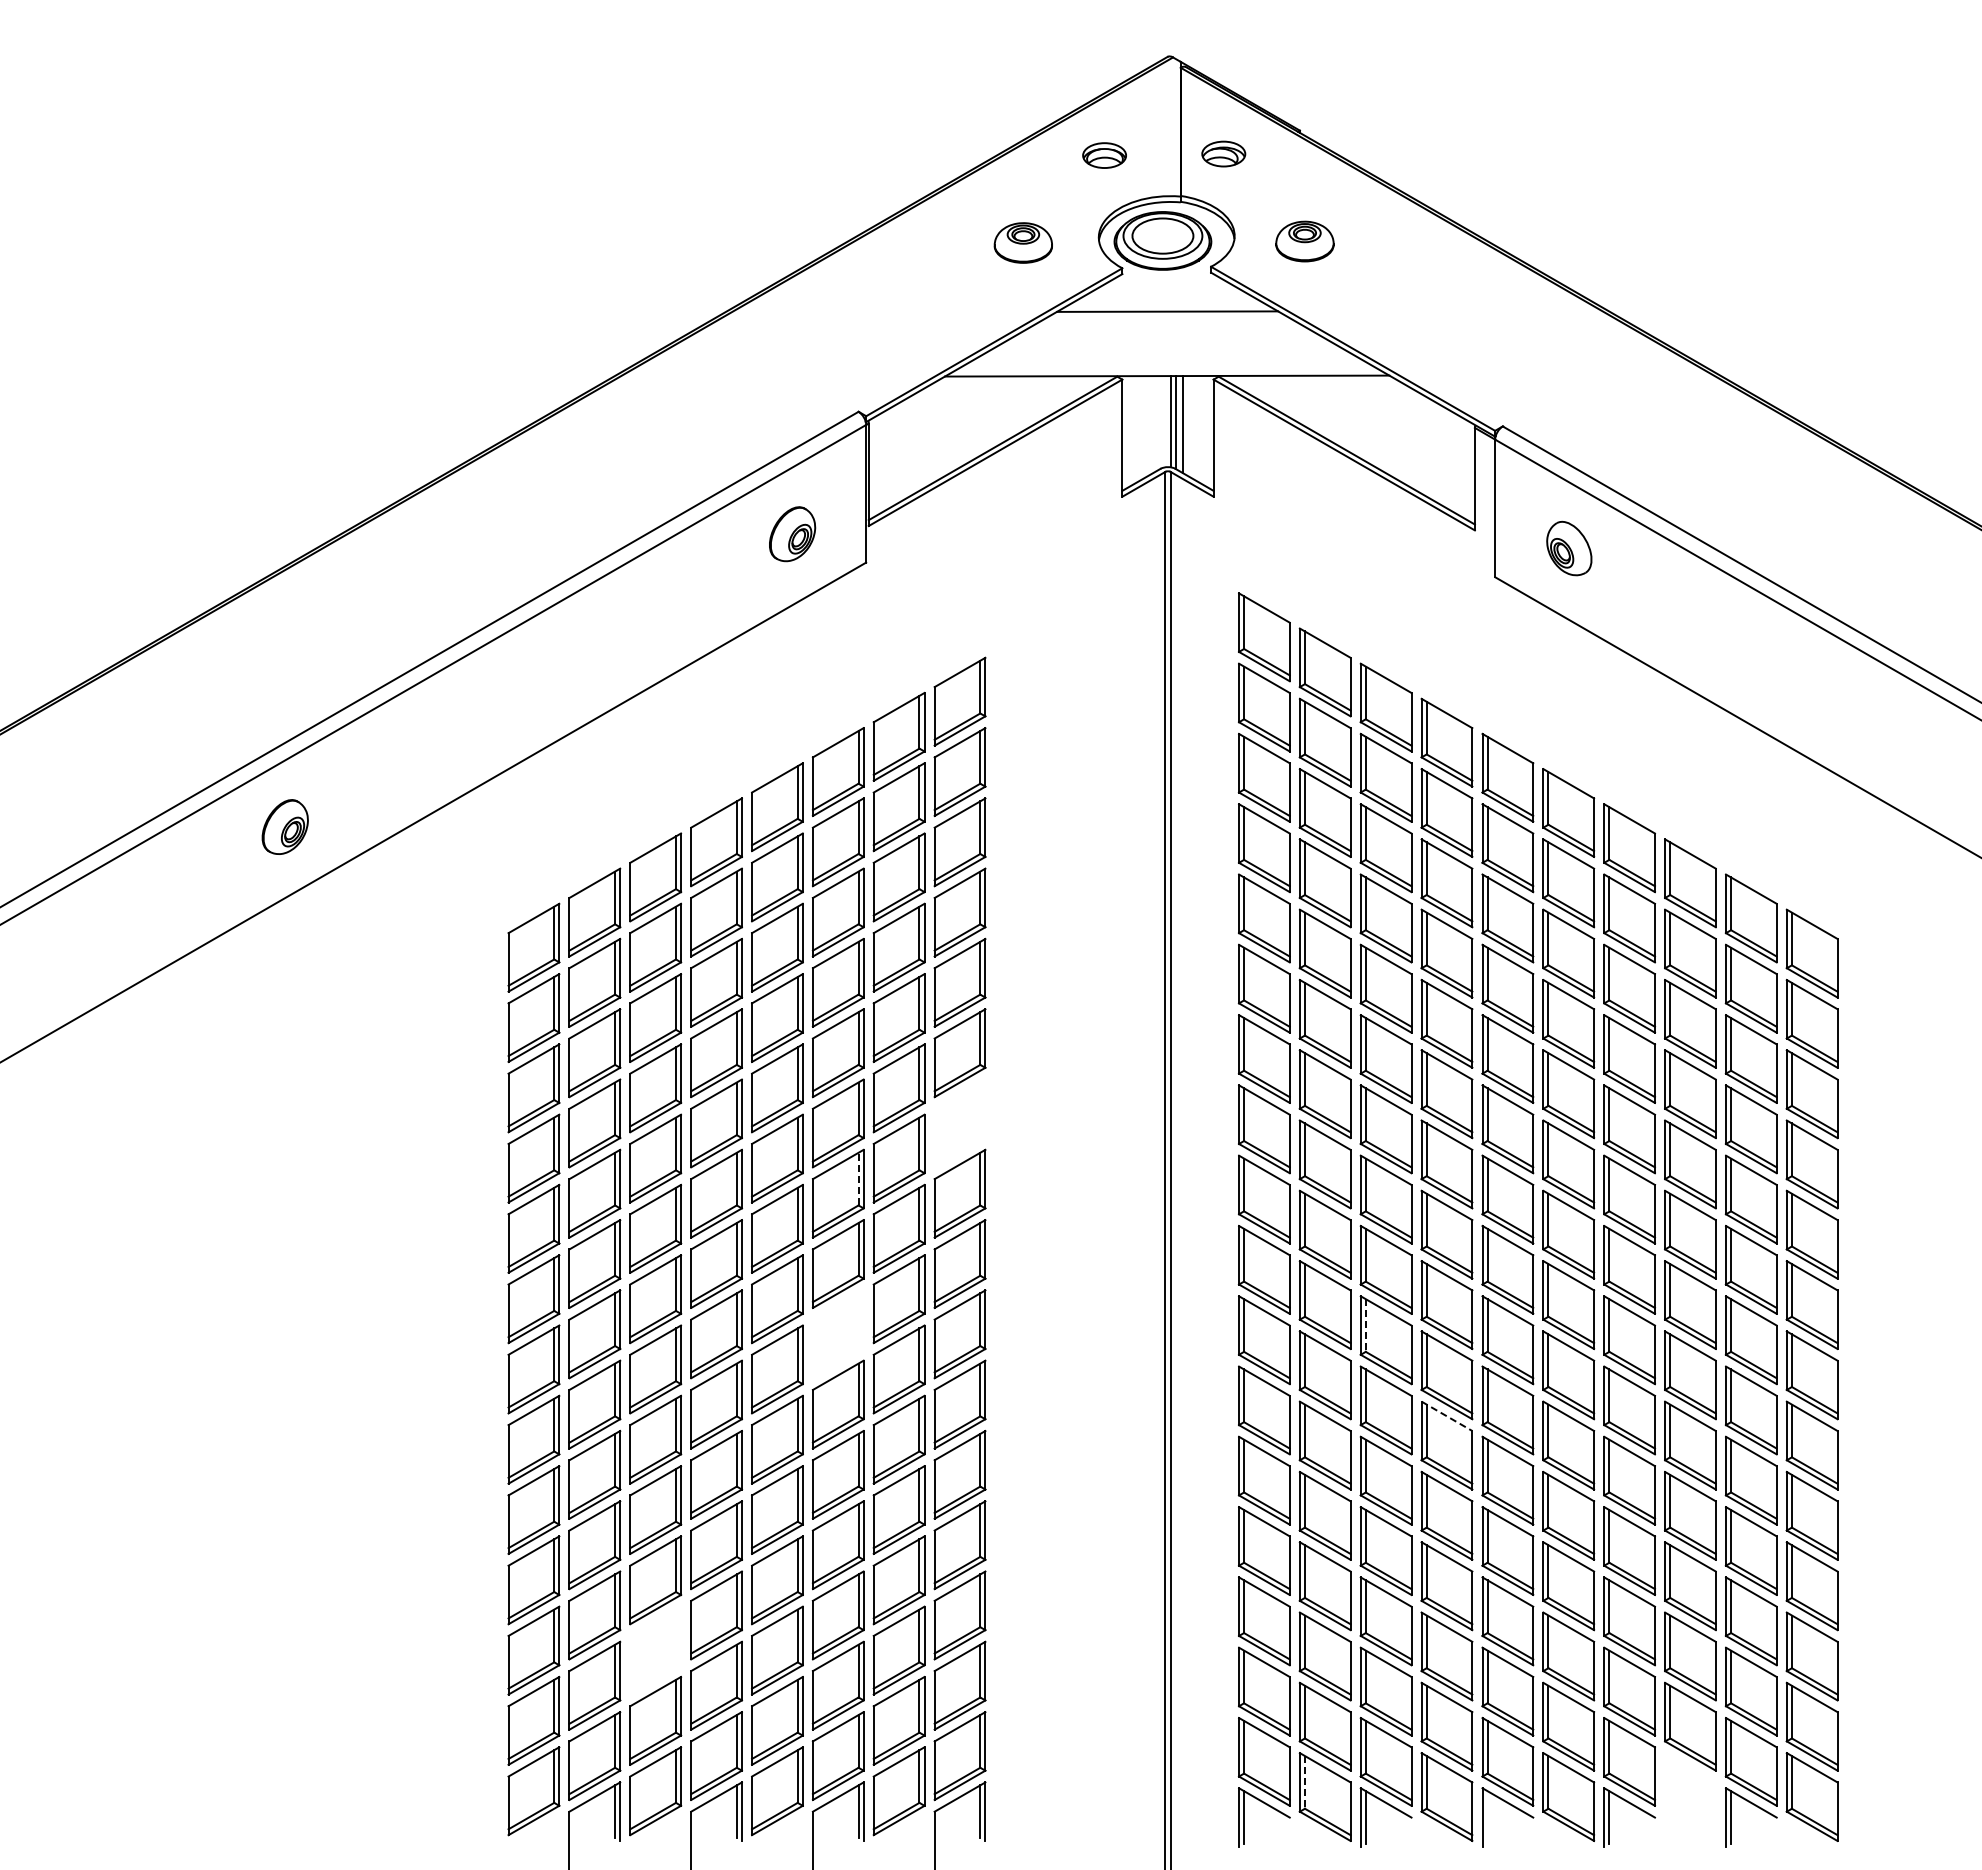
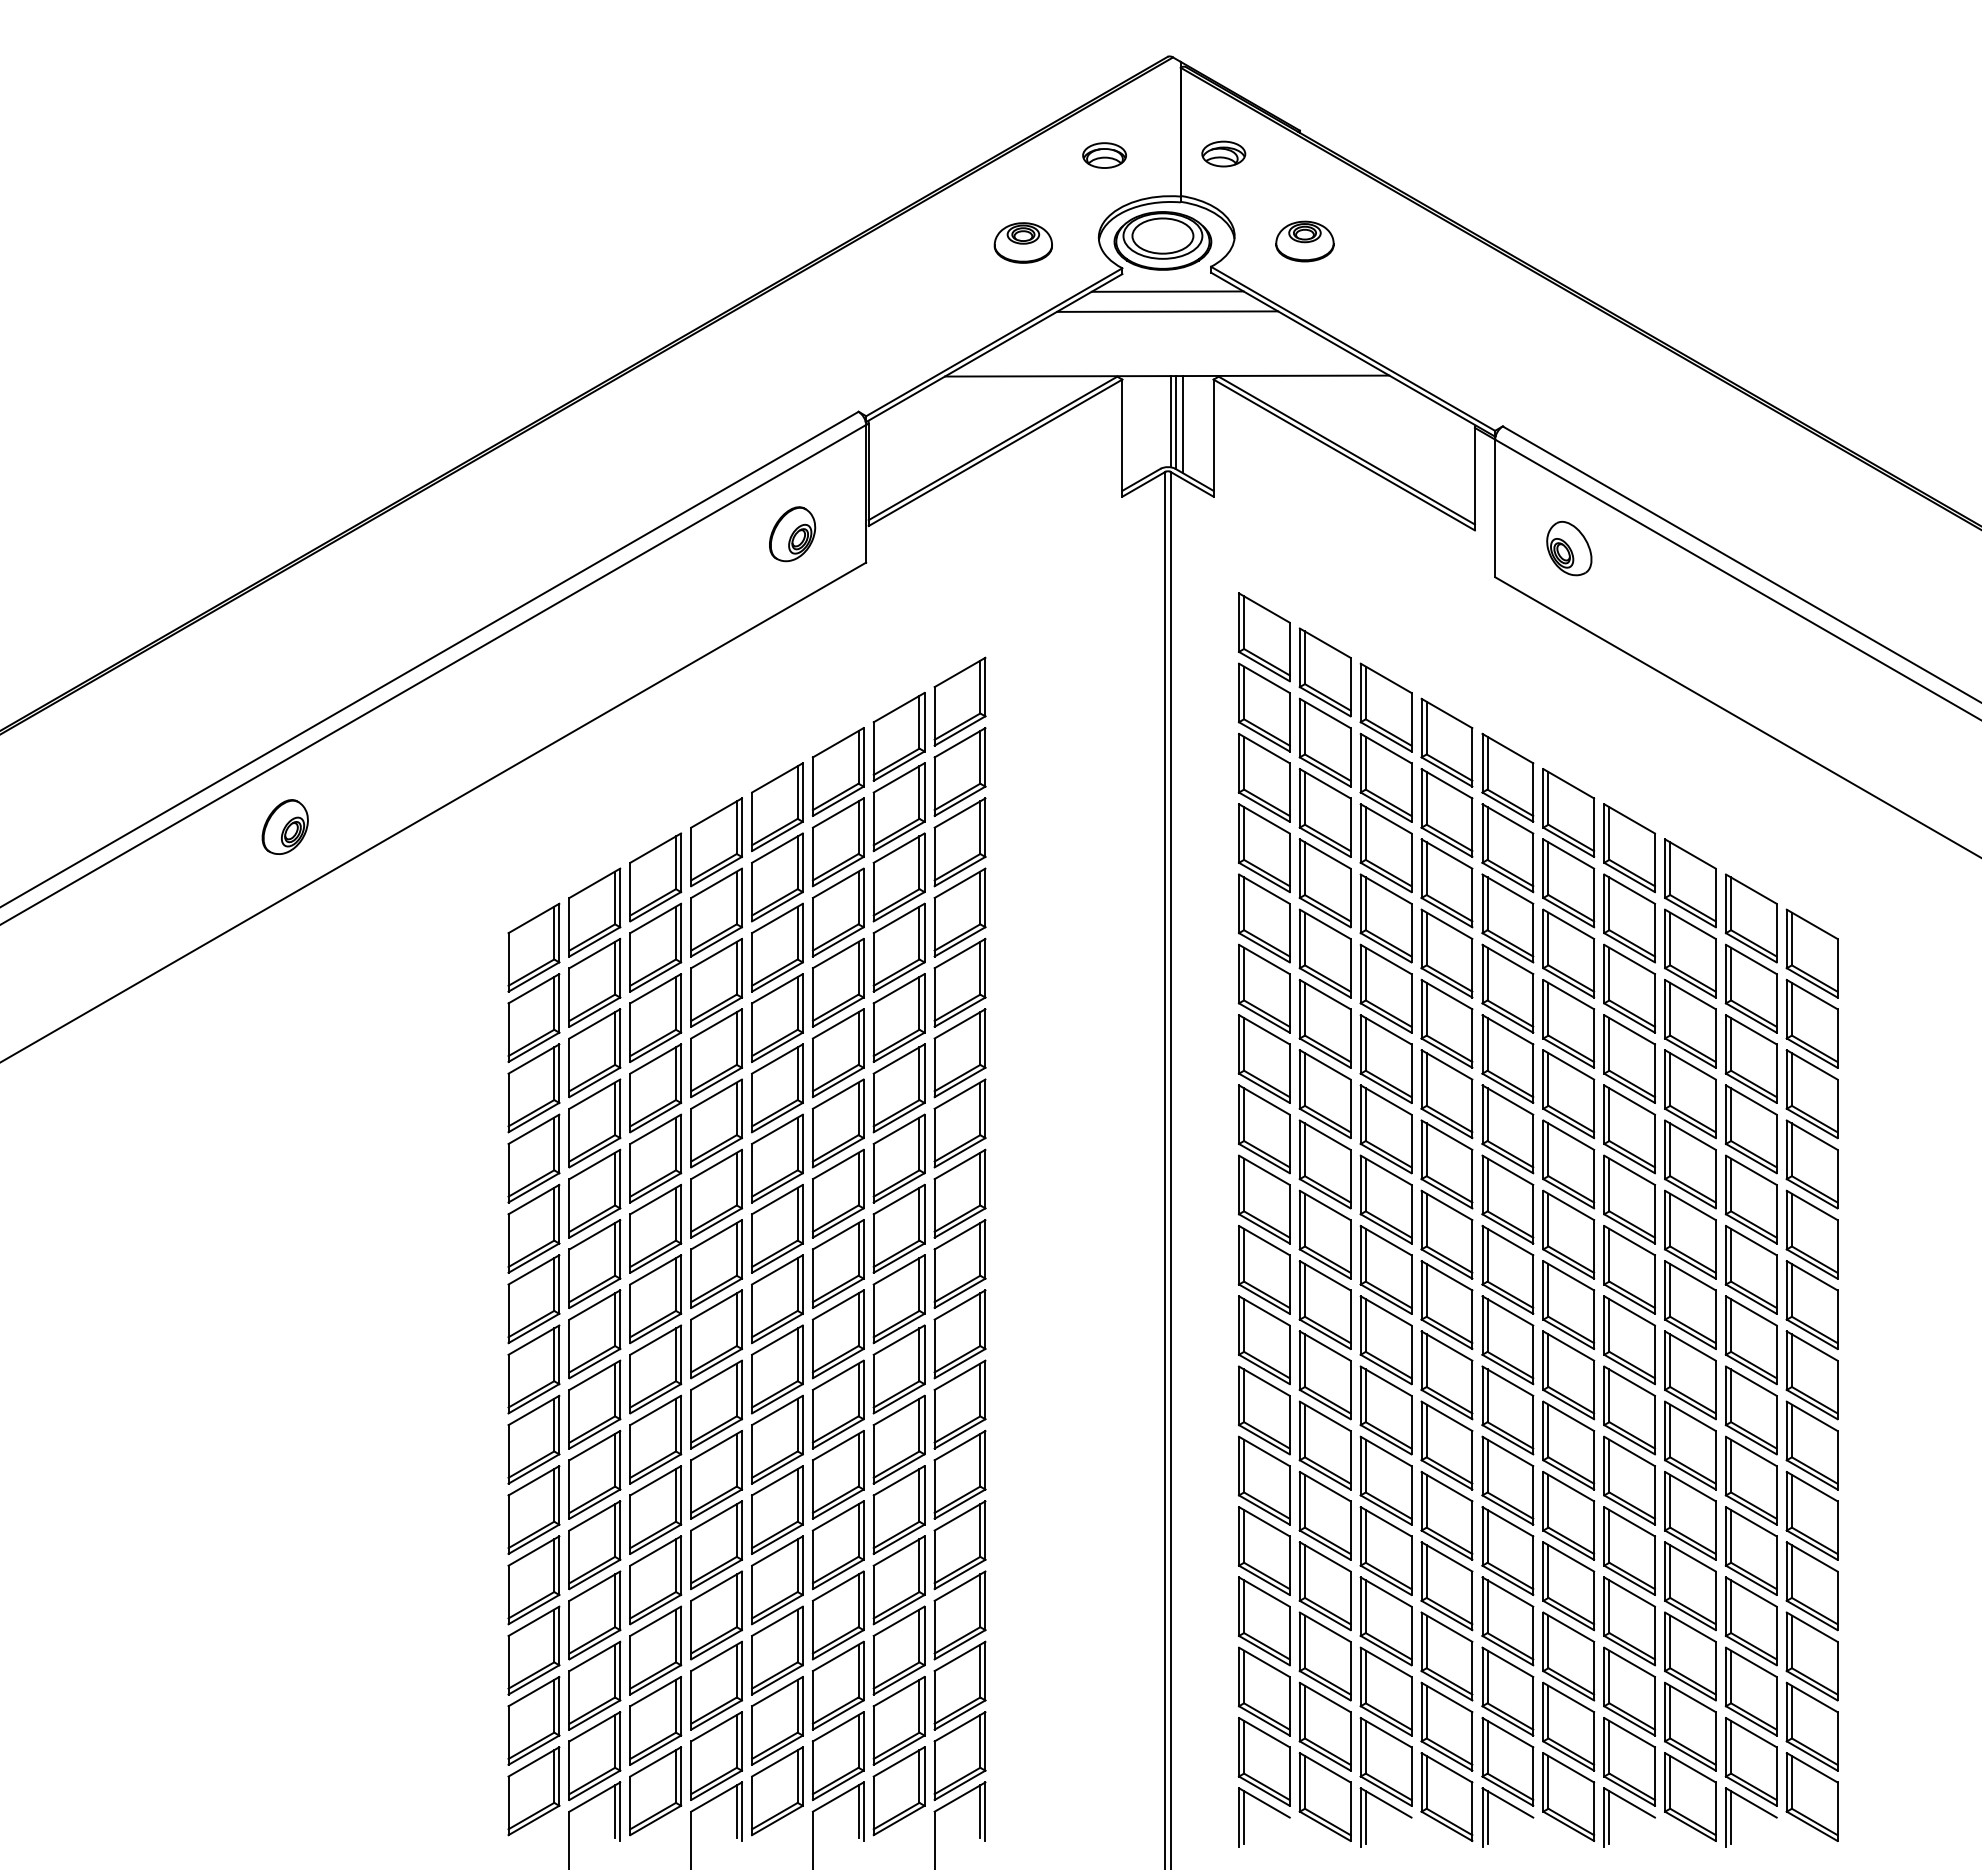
line at (1167, 291): none -> present
part at (959, 1123): none -> present
line at (858, 1178): dashed -> solid
line at (1365, 1326): dashed -> solid
part at (837, 1334): none -> present
line at (1447, 1416): dashed -> solid
part at (655, 1650): none -> present
line at (1304, 1782): dashed -> solid
part at (1690, 1796): none -> present
line at (1487, 1817): none -> present
